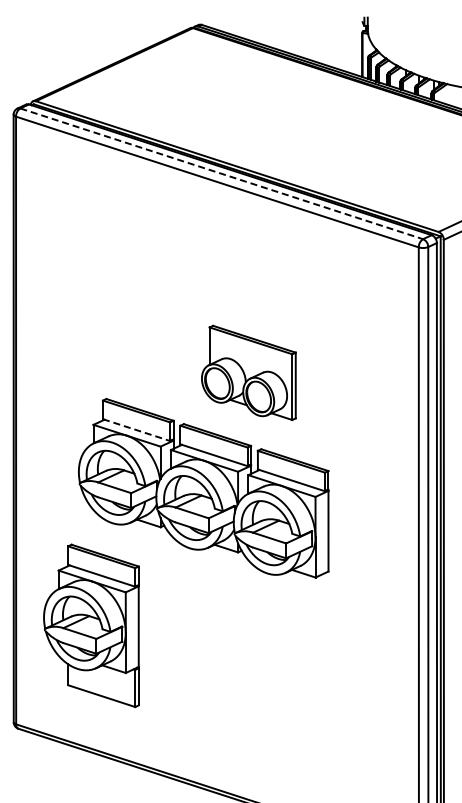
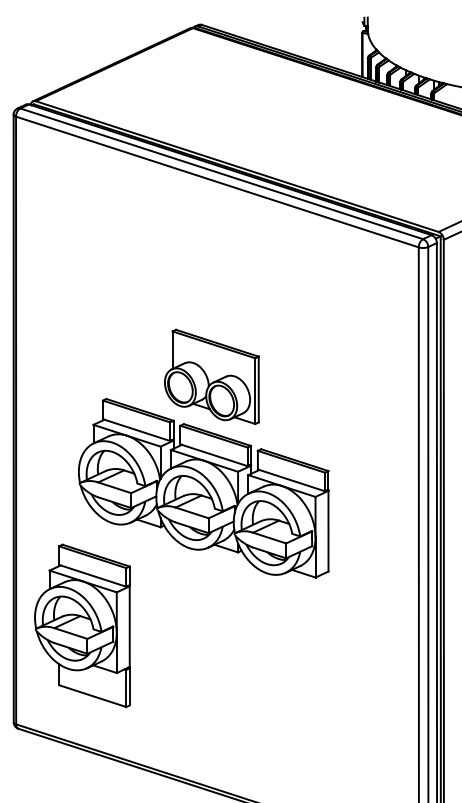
line at (221, 173): dashed -> solid
part at (248, 372) position: (248, 372) -> (211, 376)
line at (137, 430): dashed -> solid
part at (91, 625) position: (91, 625) -> (82, 625)
